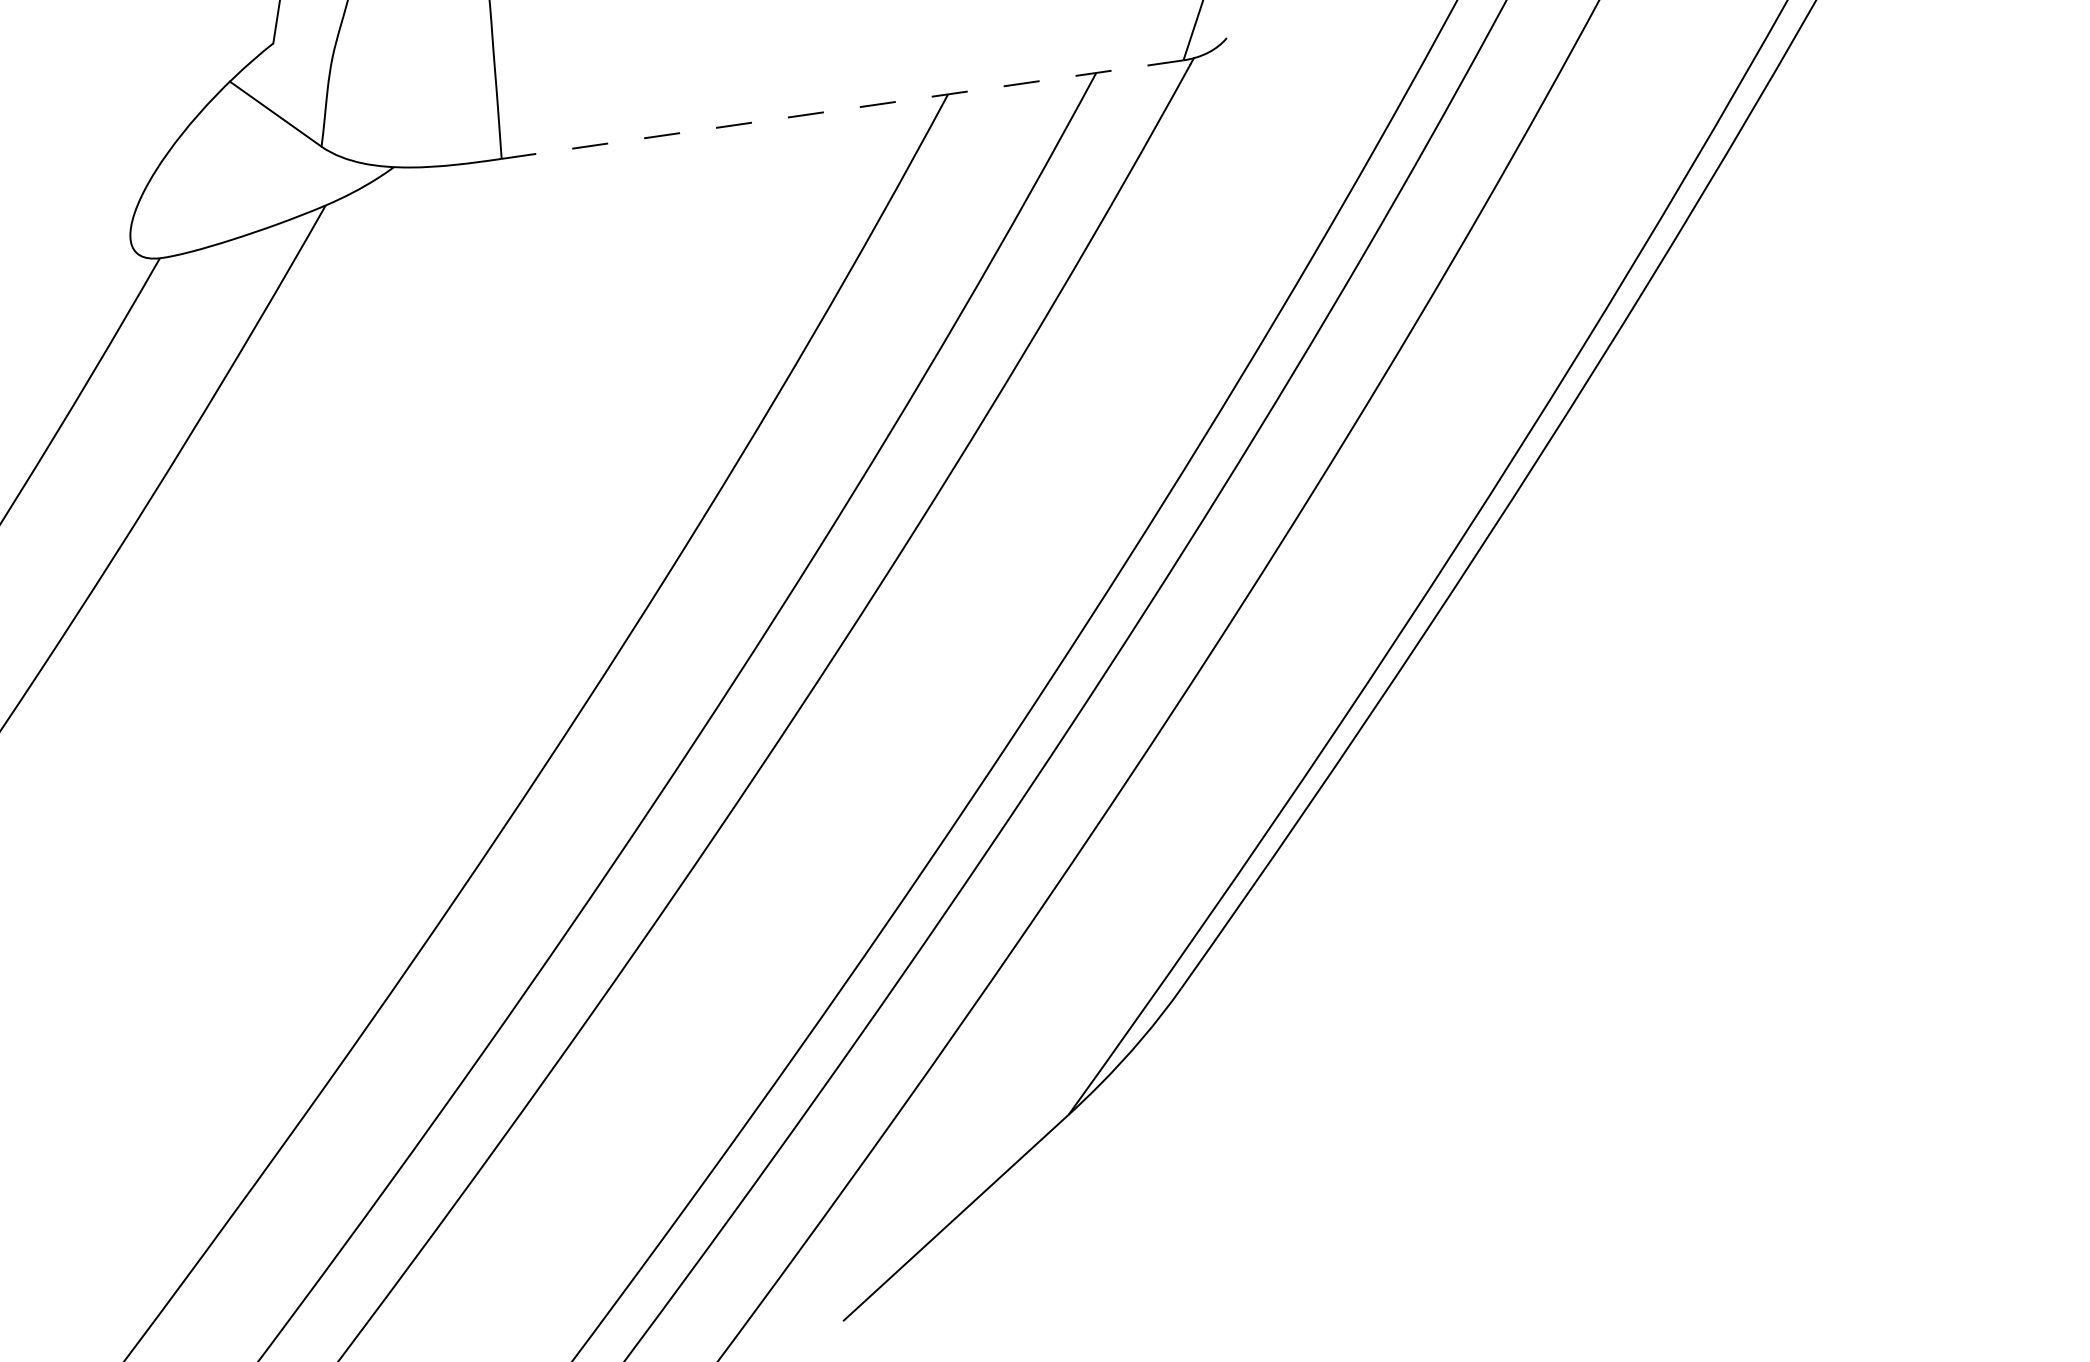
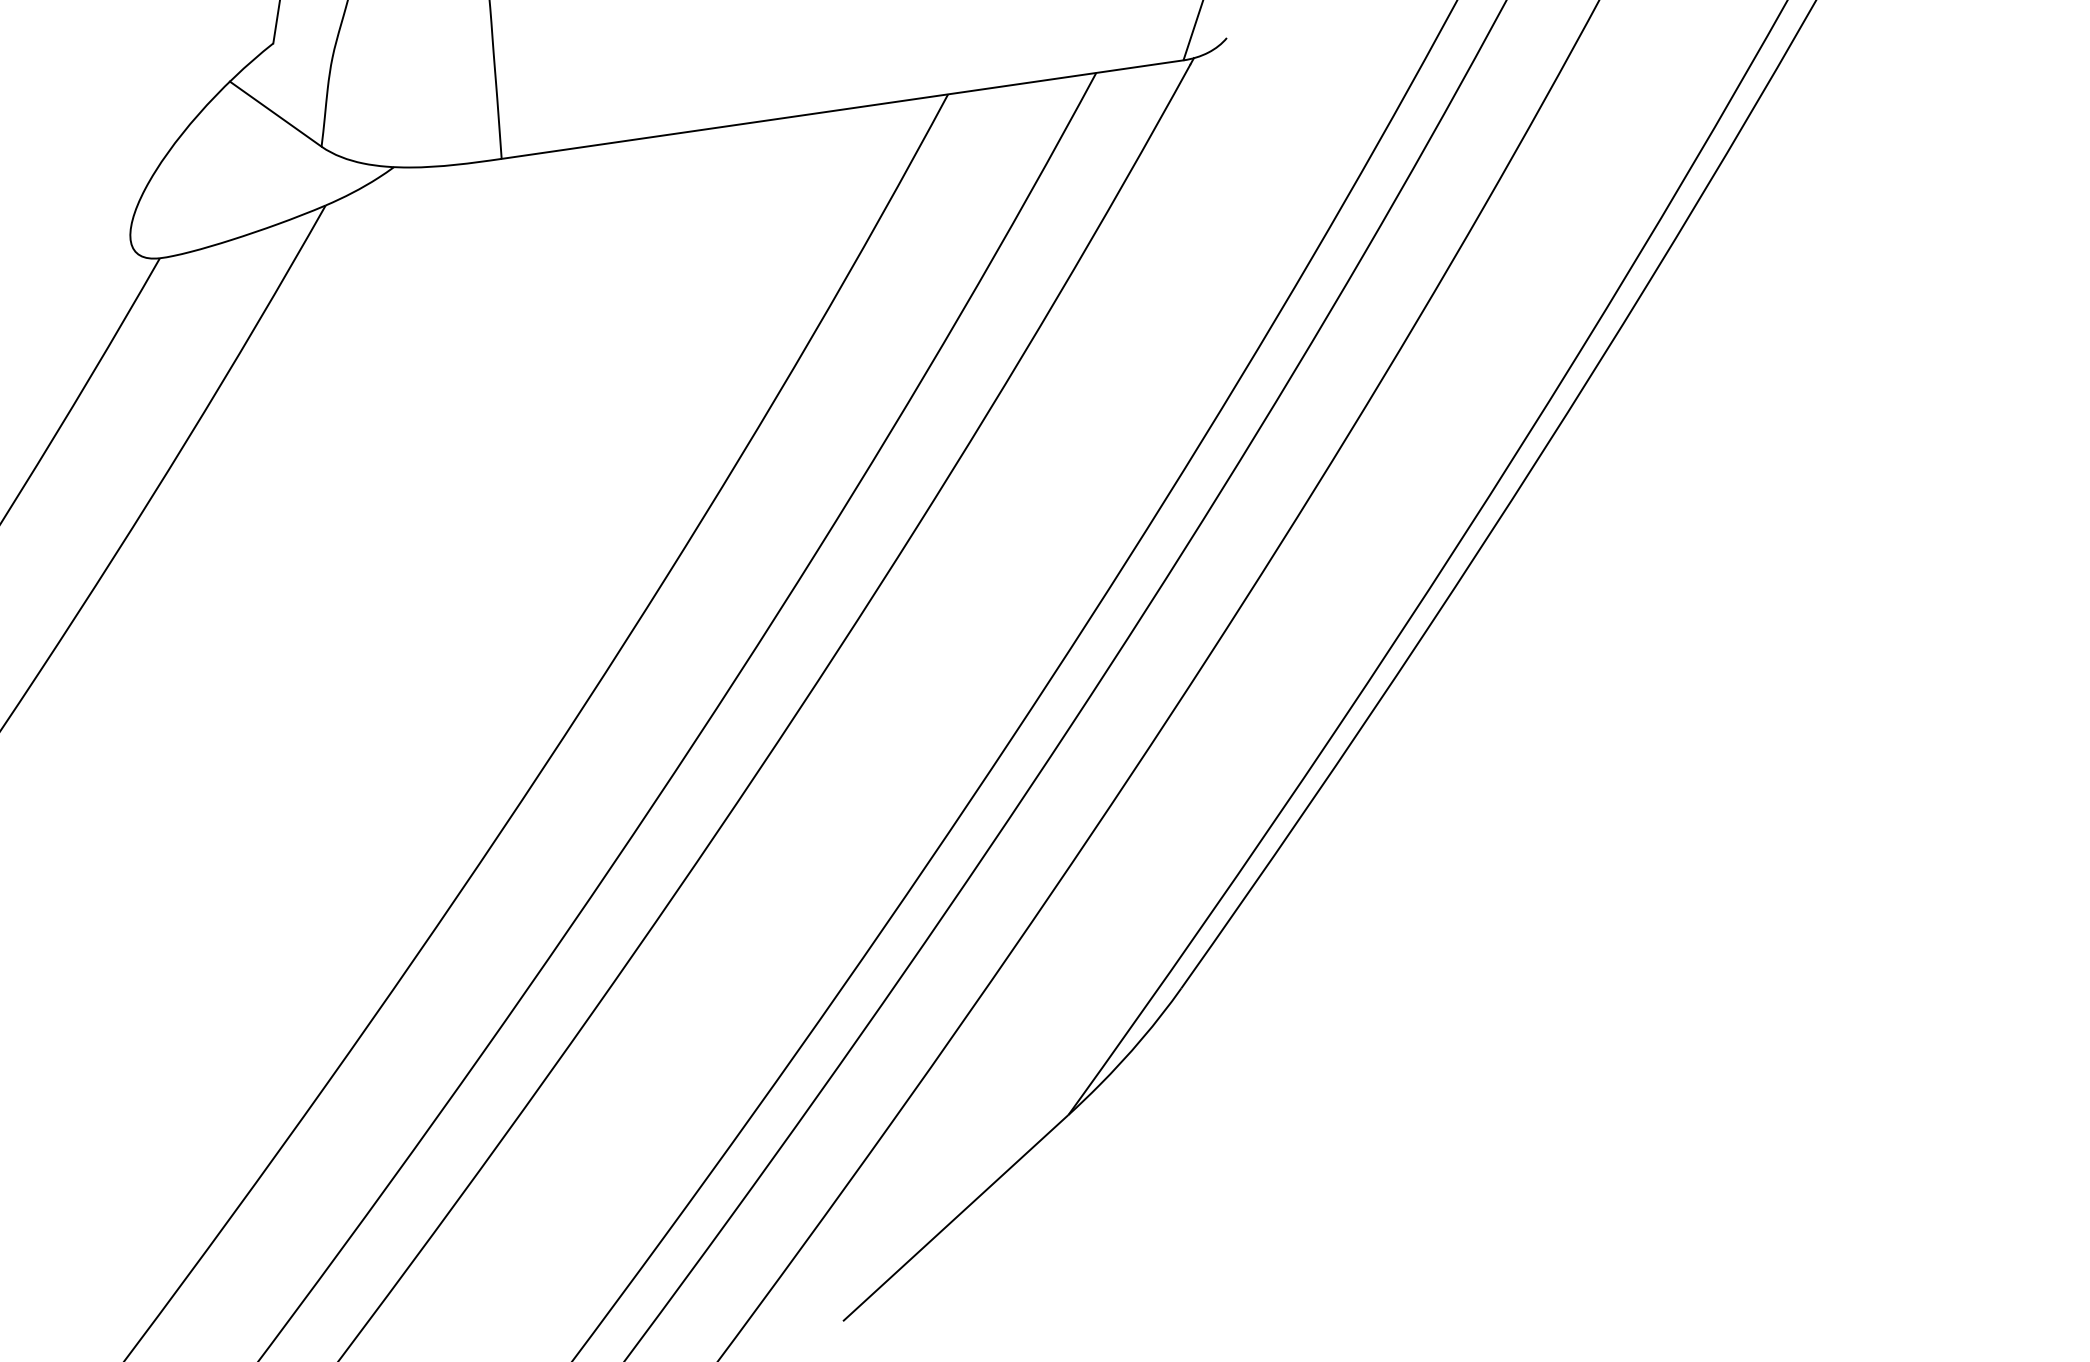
line at (842, 109): dashed -> solid
